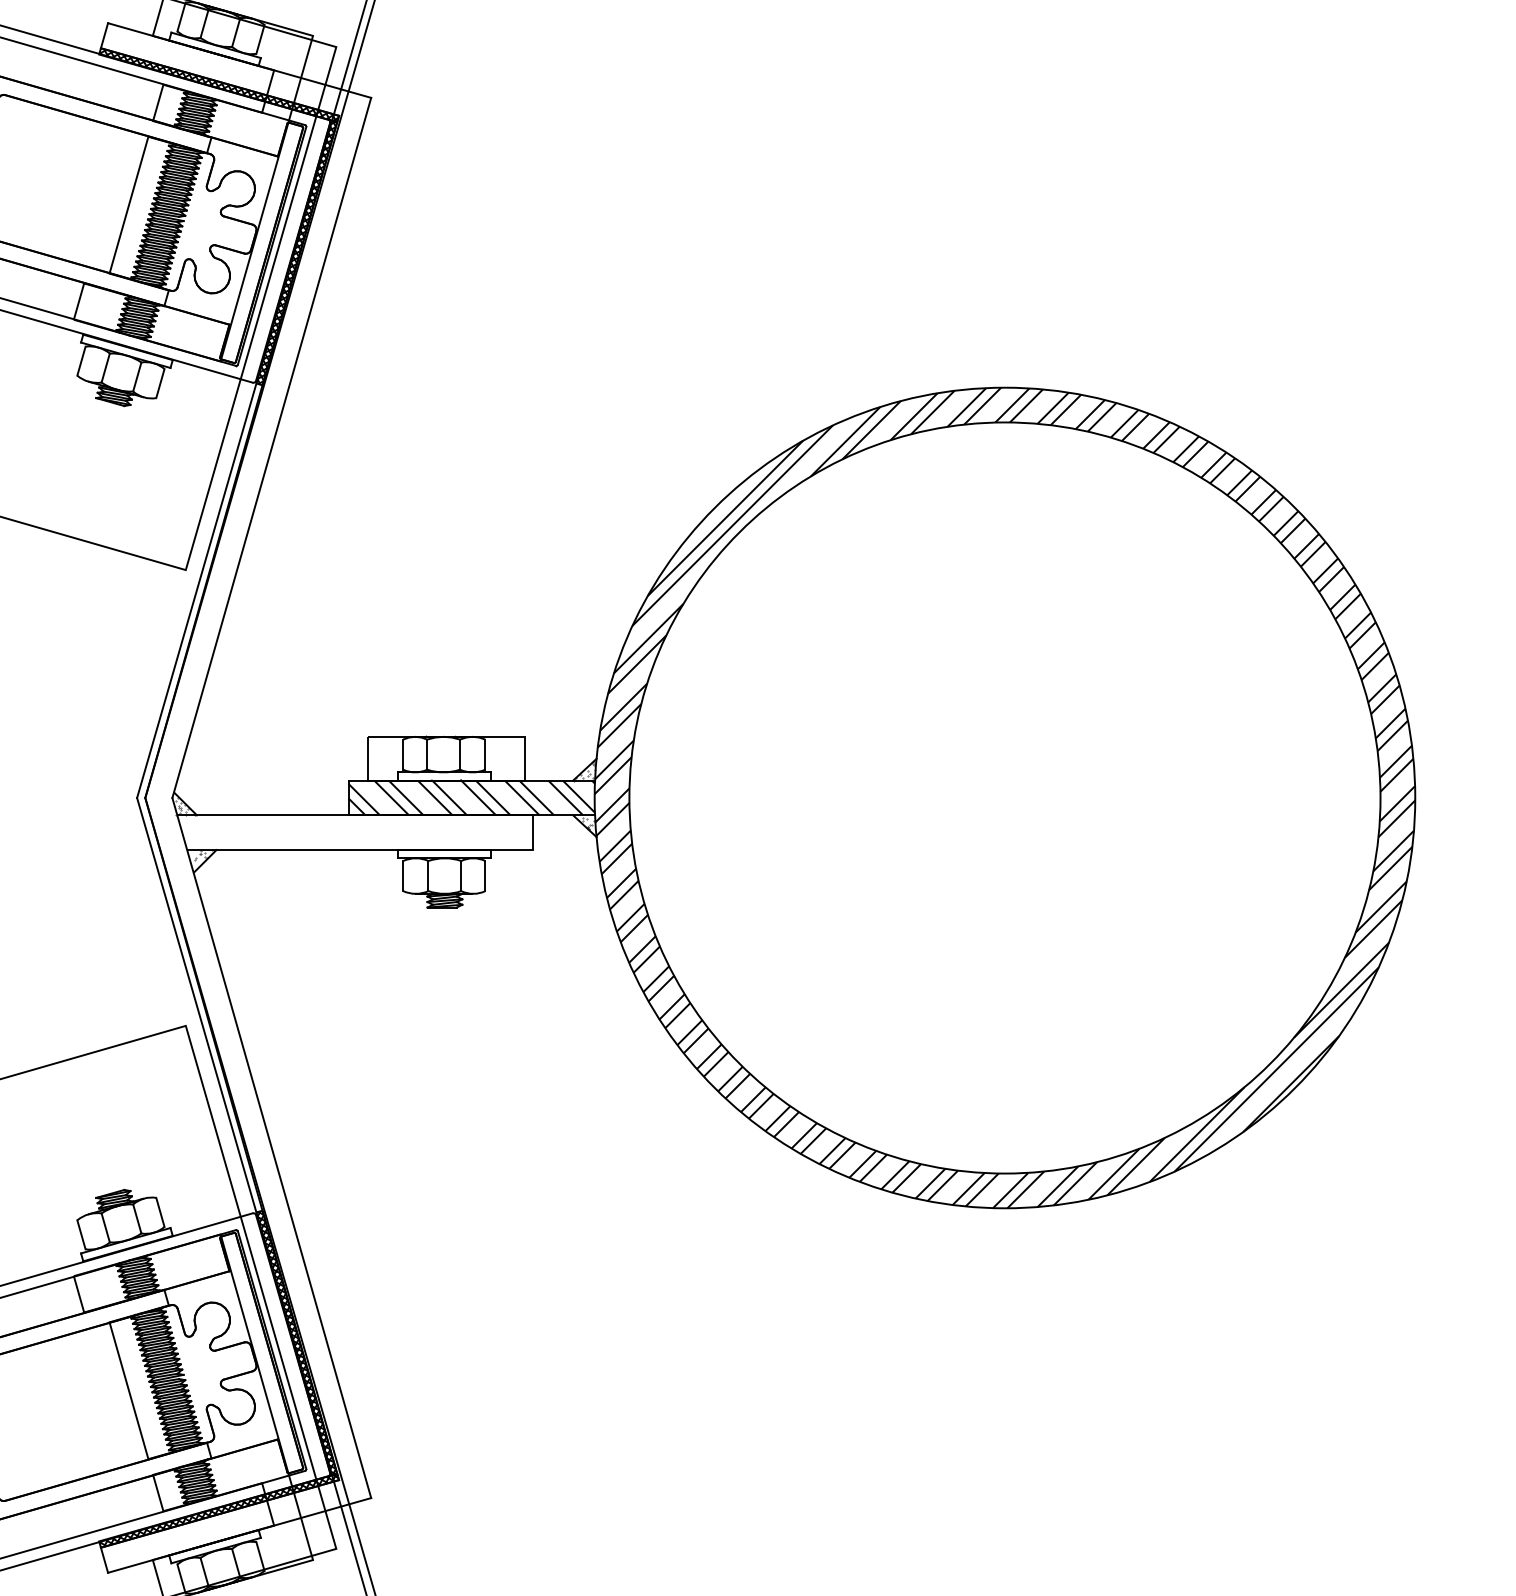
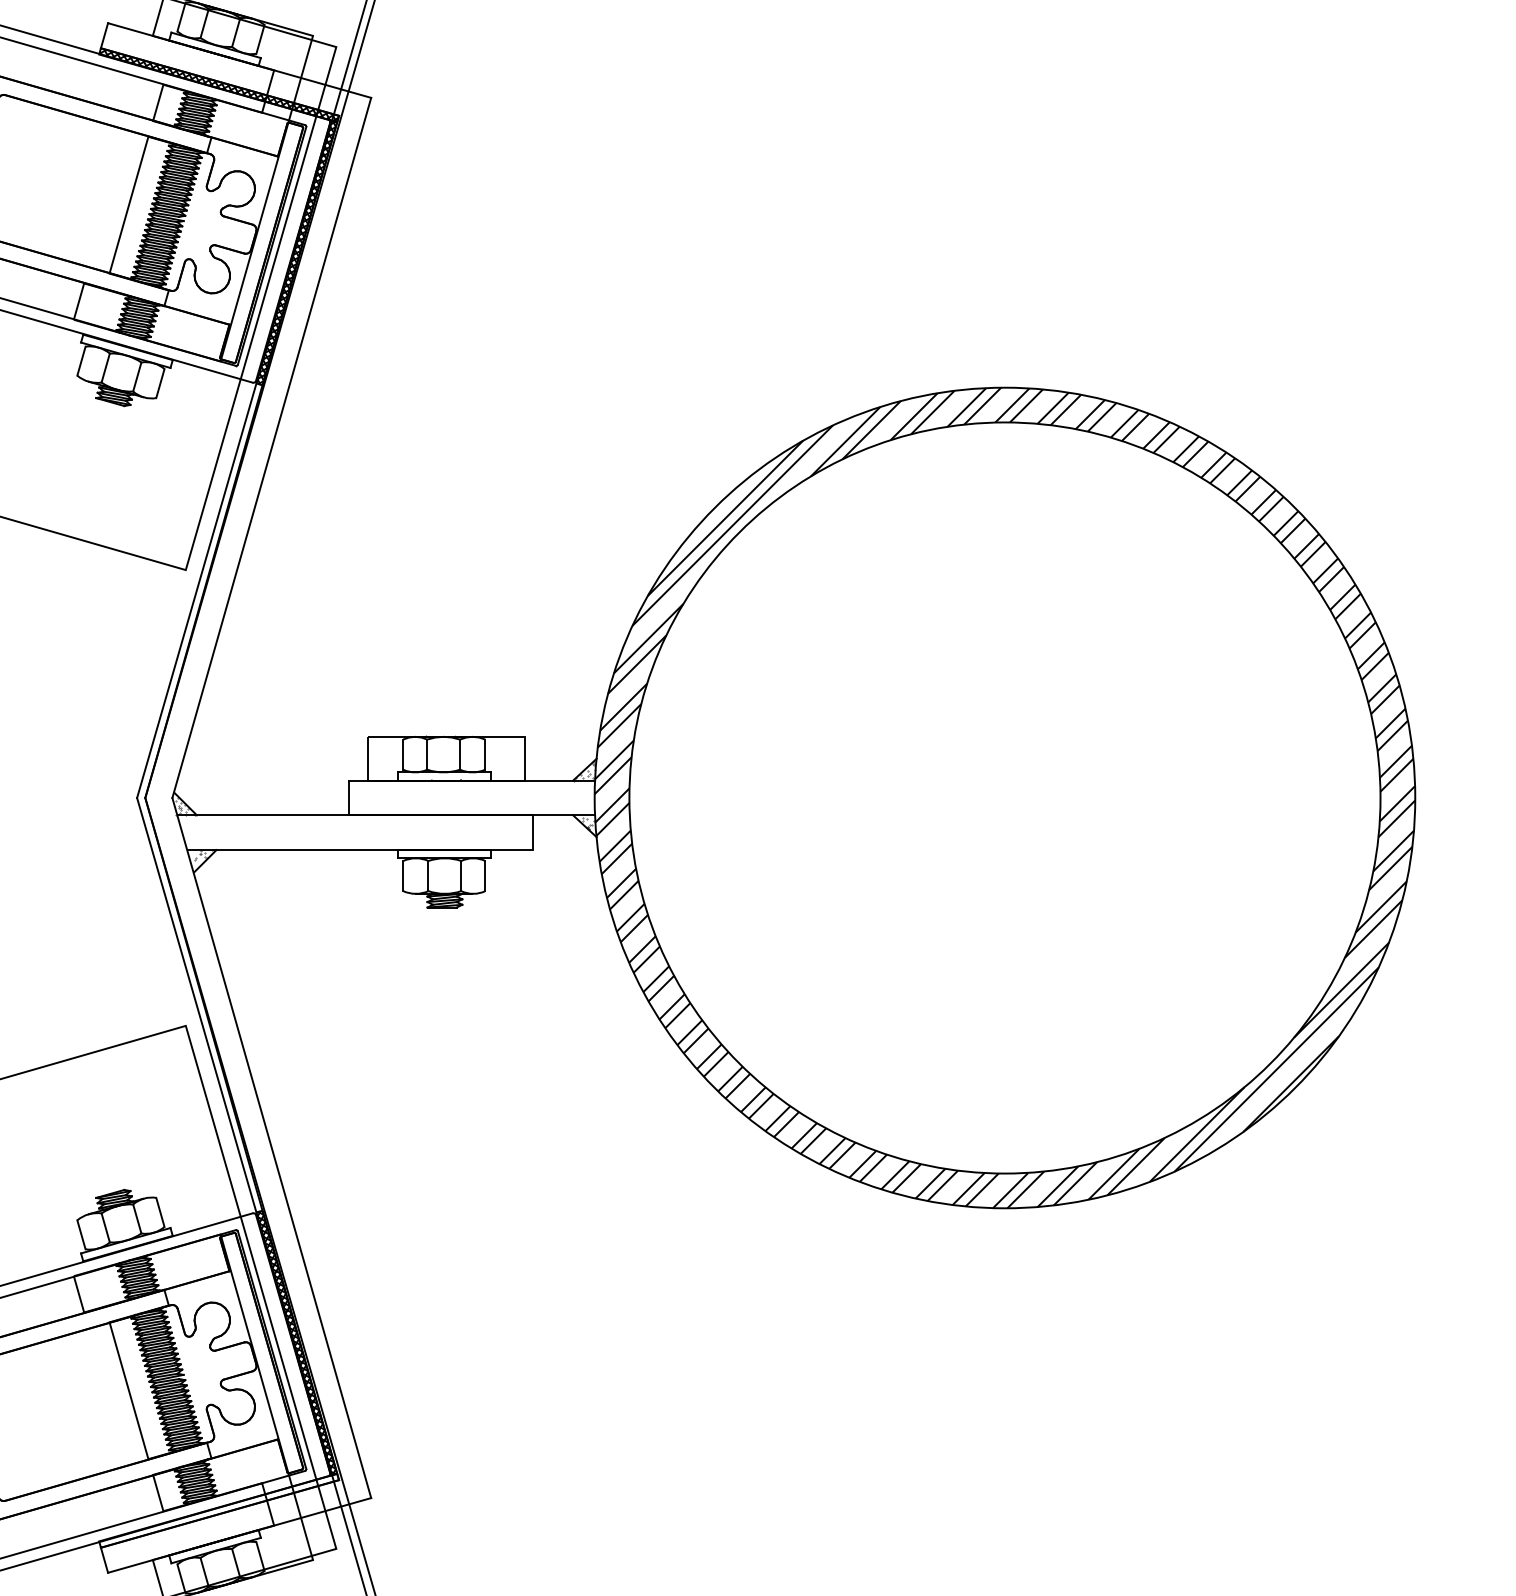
hatch at (471, 797): present -> none
hatch at (218, 1510): present -> none
